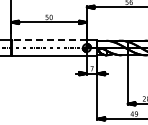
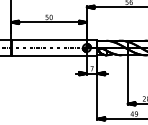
line at (49, 40): dashed -> solid
